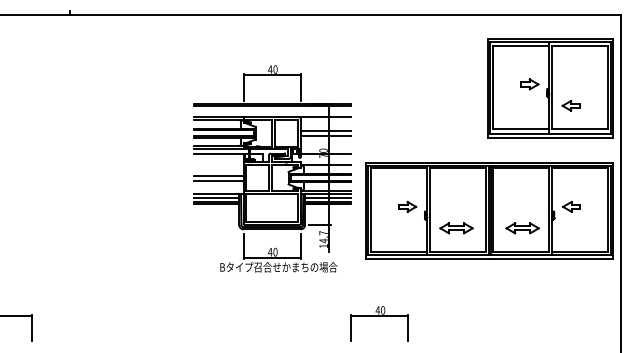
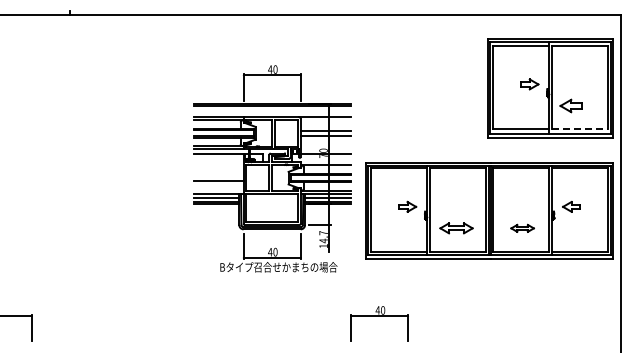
part at (570, 105) size: 20x13 px -> 24x16 px
line at (580, 129): solid -> dashed
line at (218, 175): present -> none
part at (522, 228) size: 35x13 px -> 25x10 px
